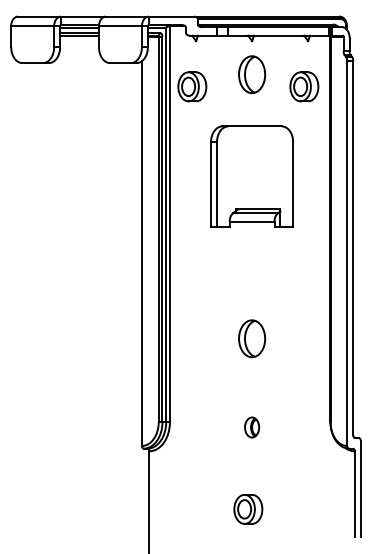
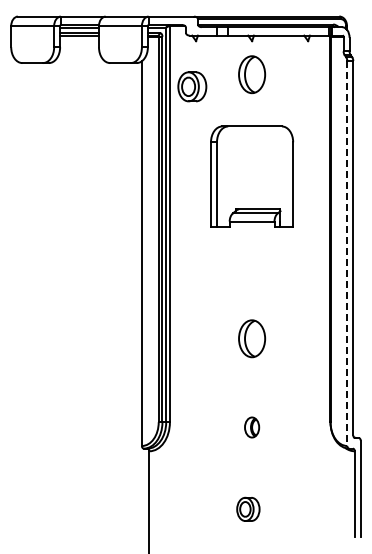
part at (304, 86): present -> none
line at (347, 254): solid -> dashed
part at (248, 509) size: 31x31 px -> 25x26 px
